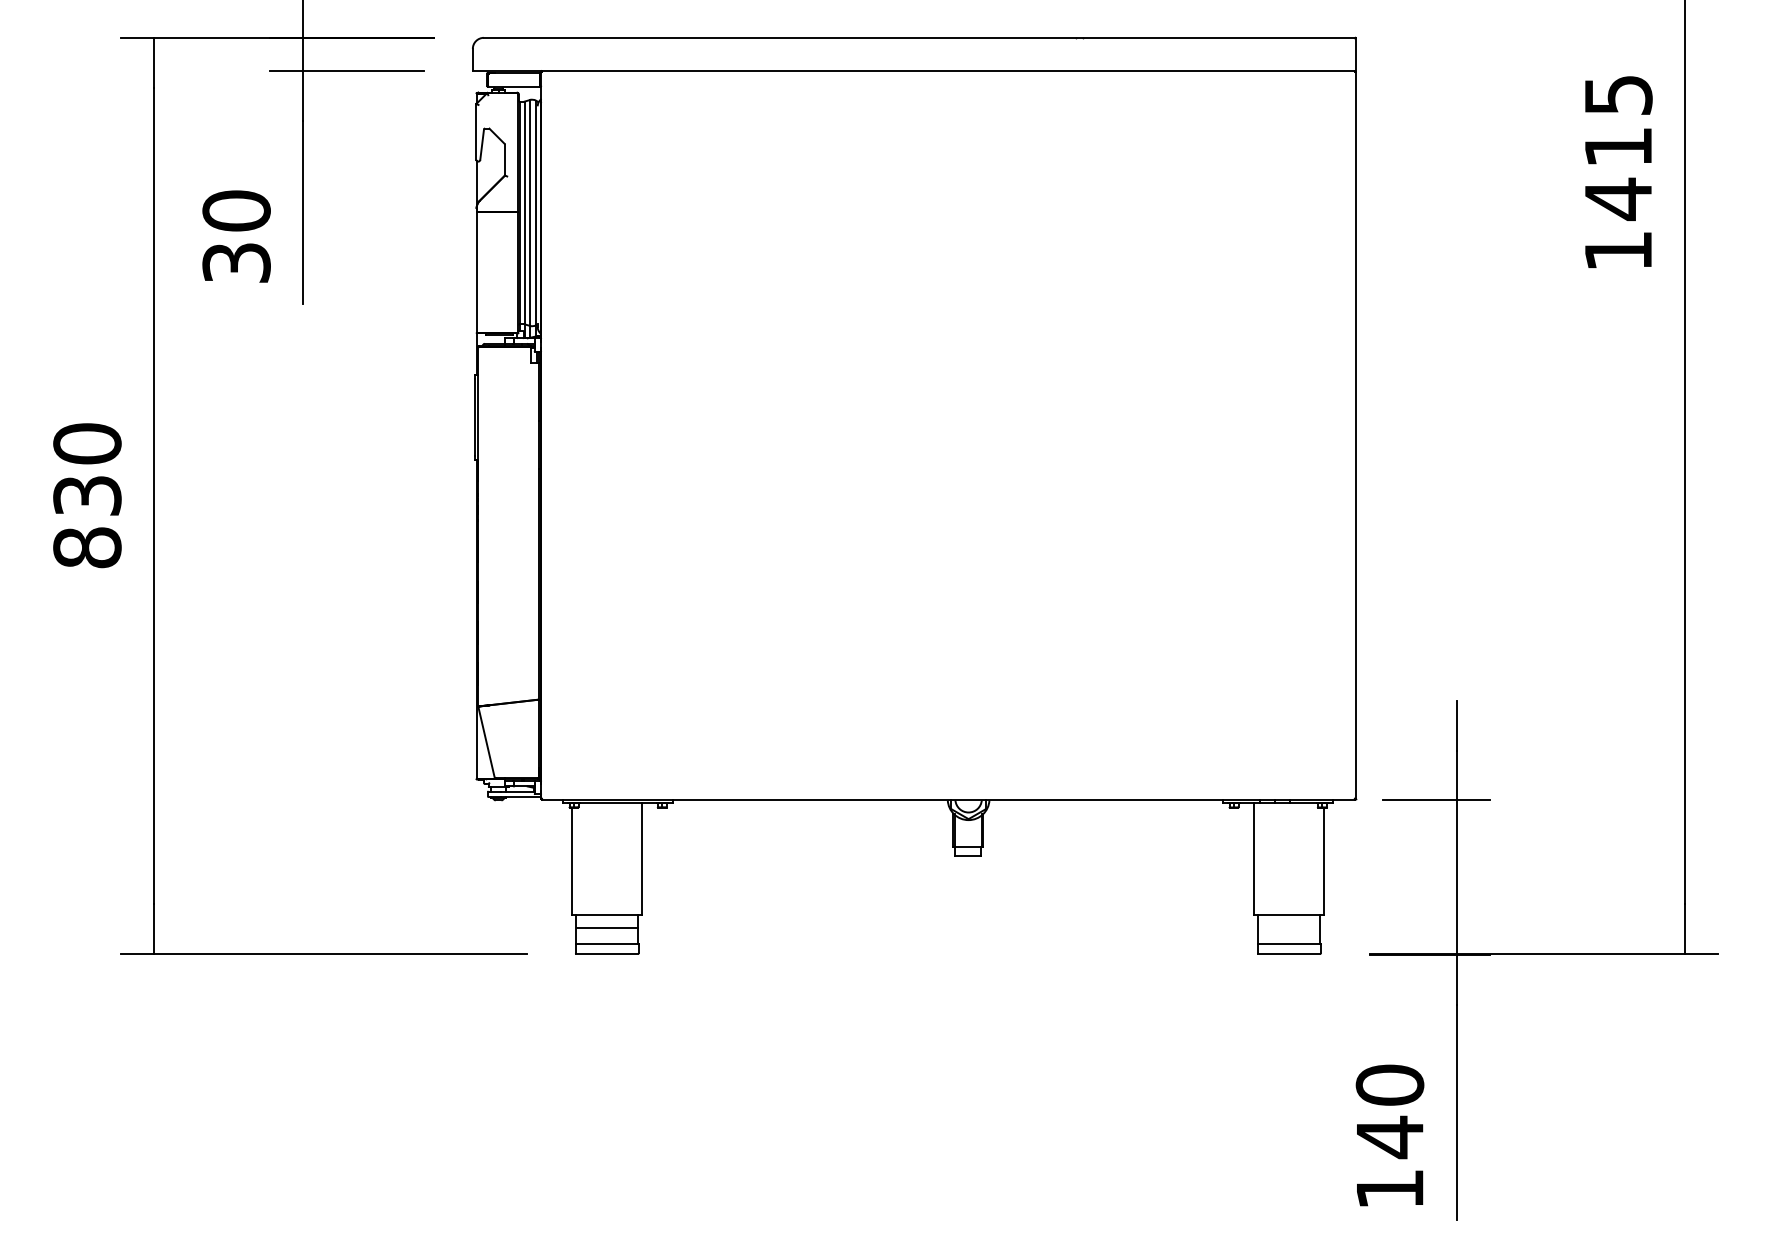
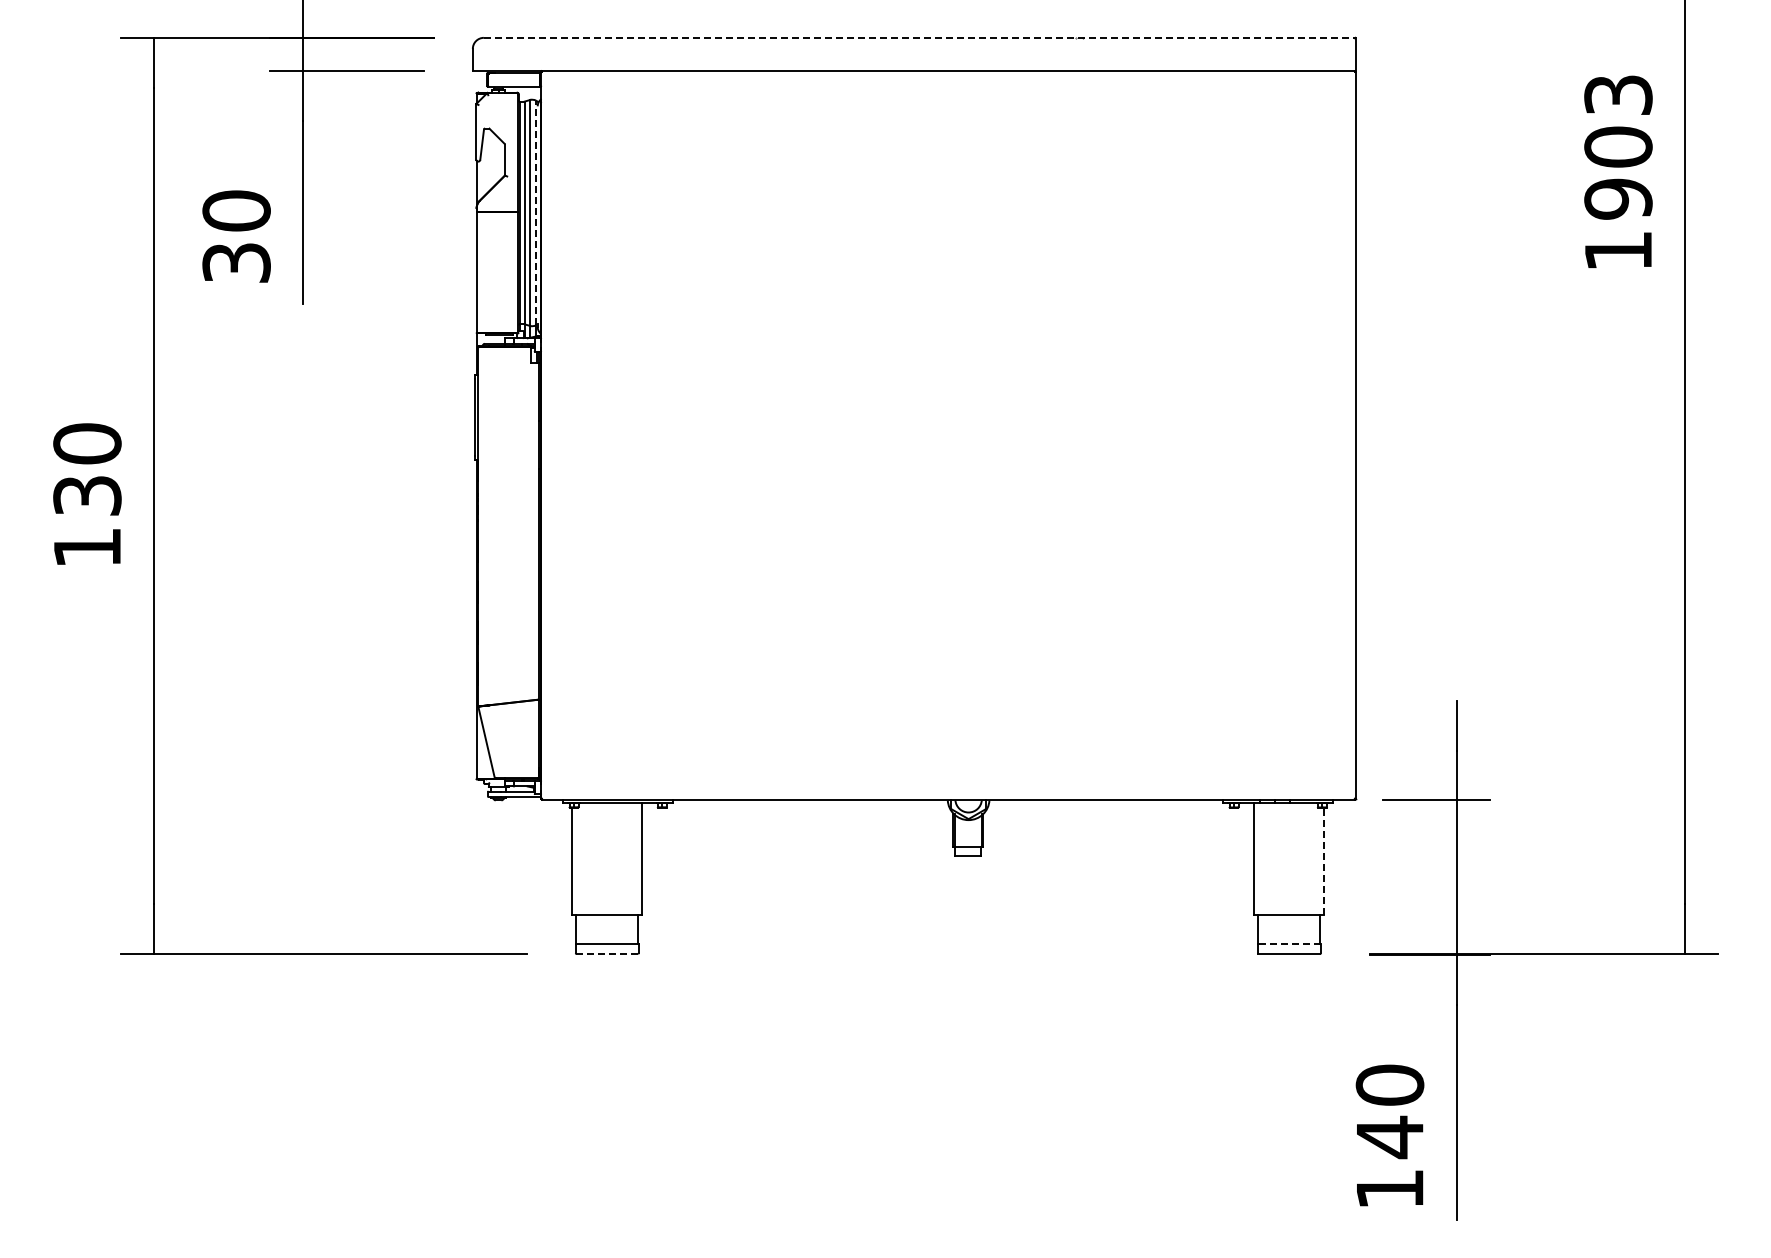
line at (919, 37): solid -> dashed
text at (1618, 148): 1415 -> 1903
line at (535, 212): solid -> dashed
text at (87, 547): 830 -> 130
line at (1324, 861): solid -> dashed
line at (606, 927): present -> none
line at (1288, 943): solid -> dashed
line at (607, 953): solid -> dashed
